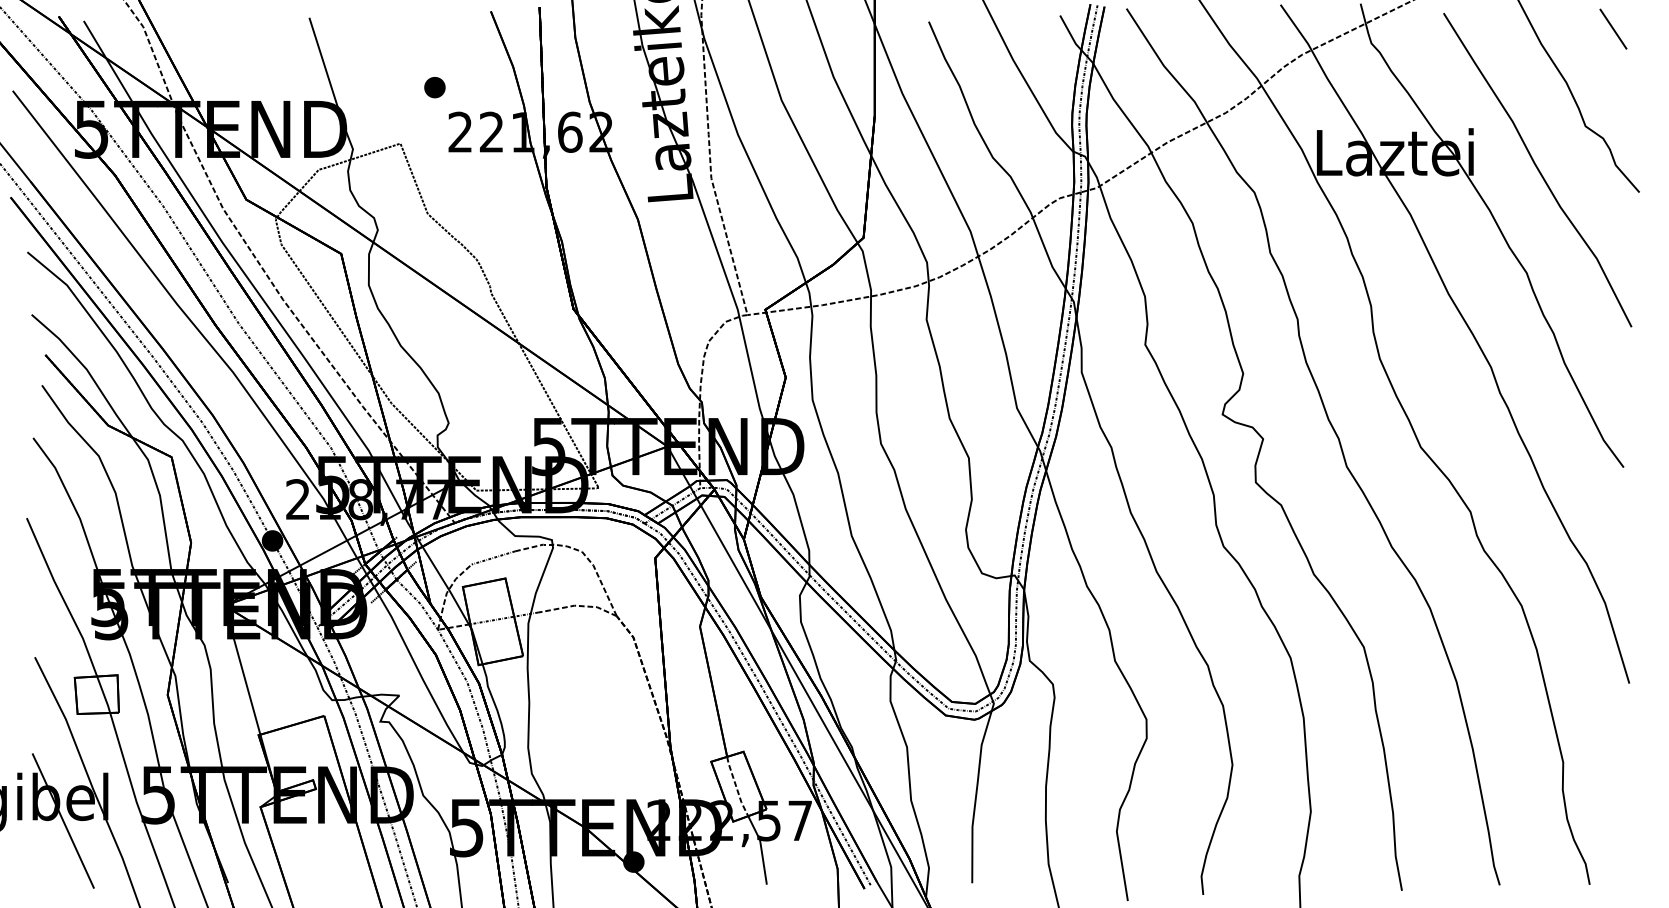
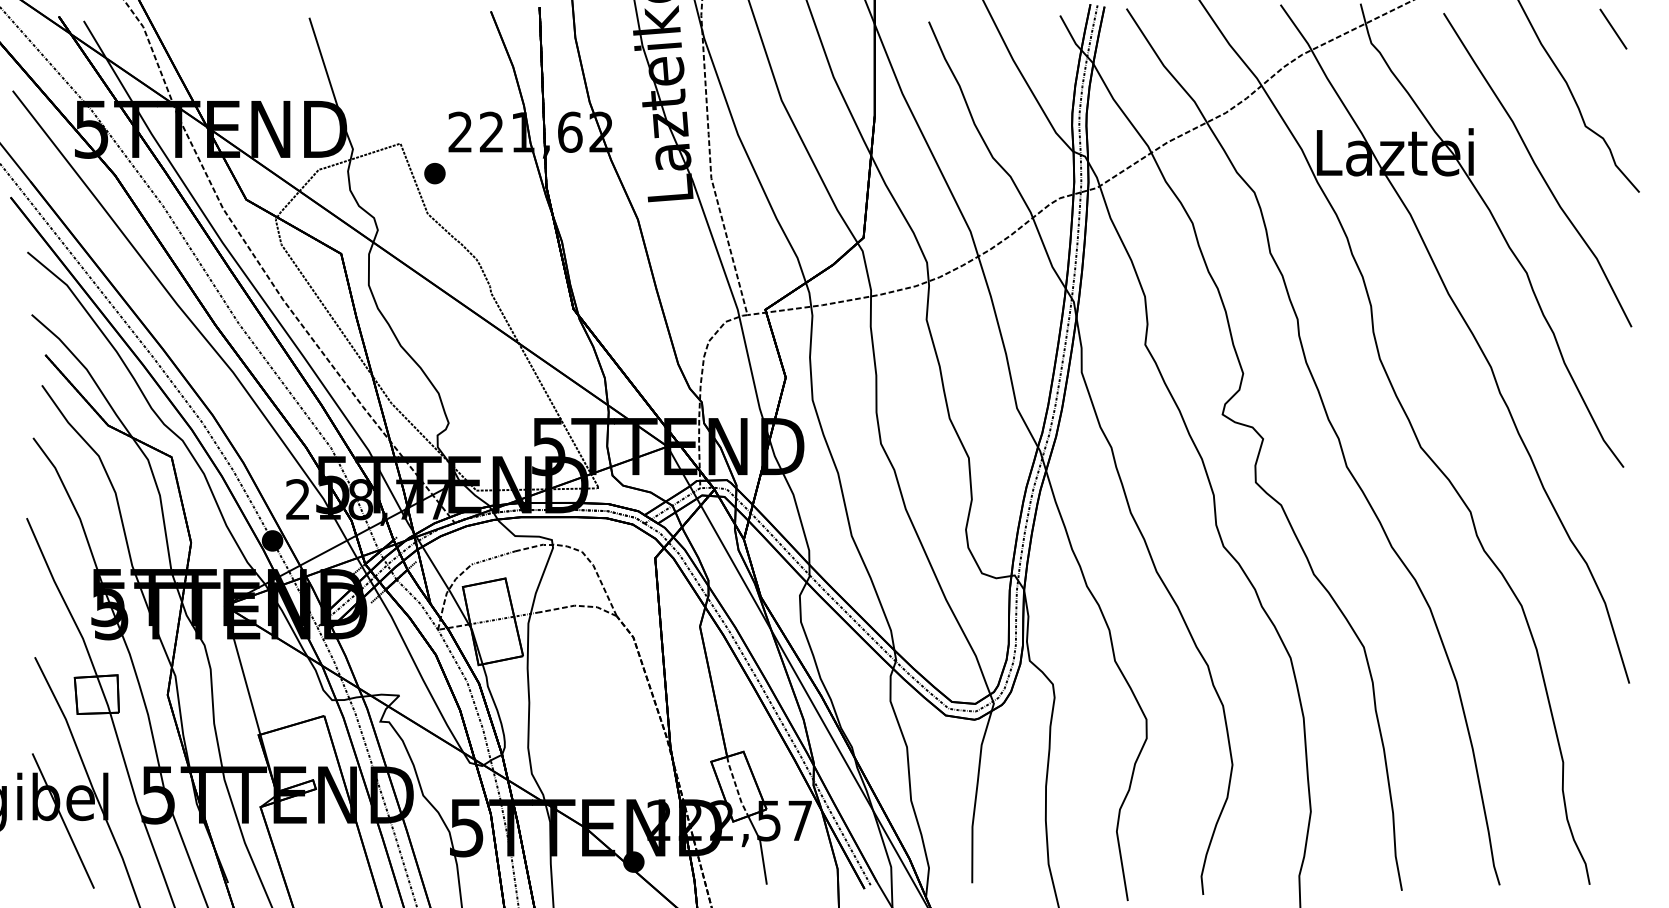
part at (434, 87) position: (434, 87) -> (434, 173)
